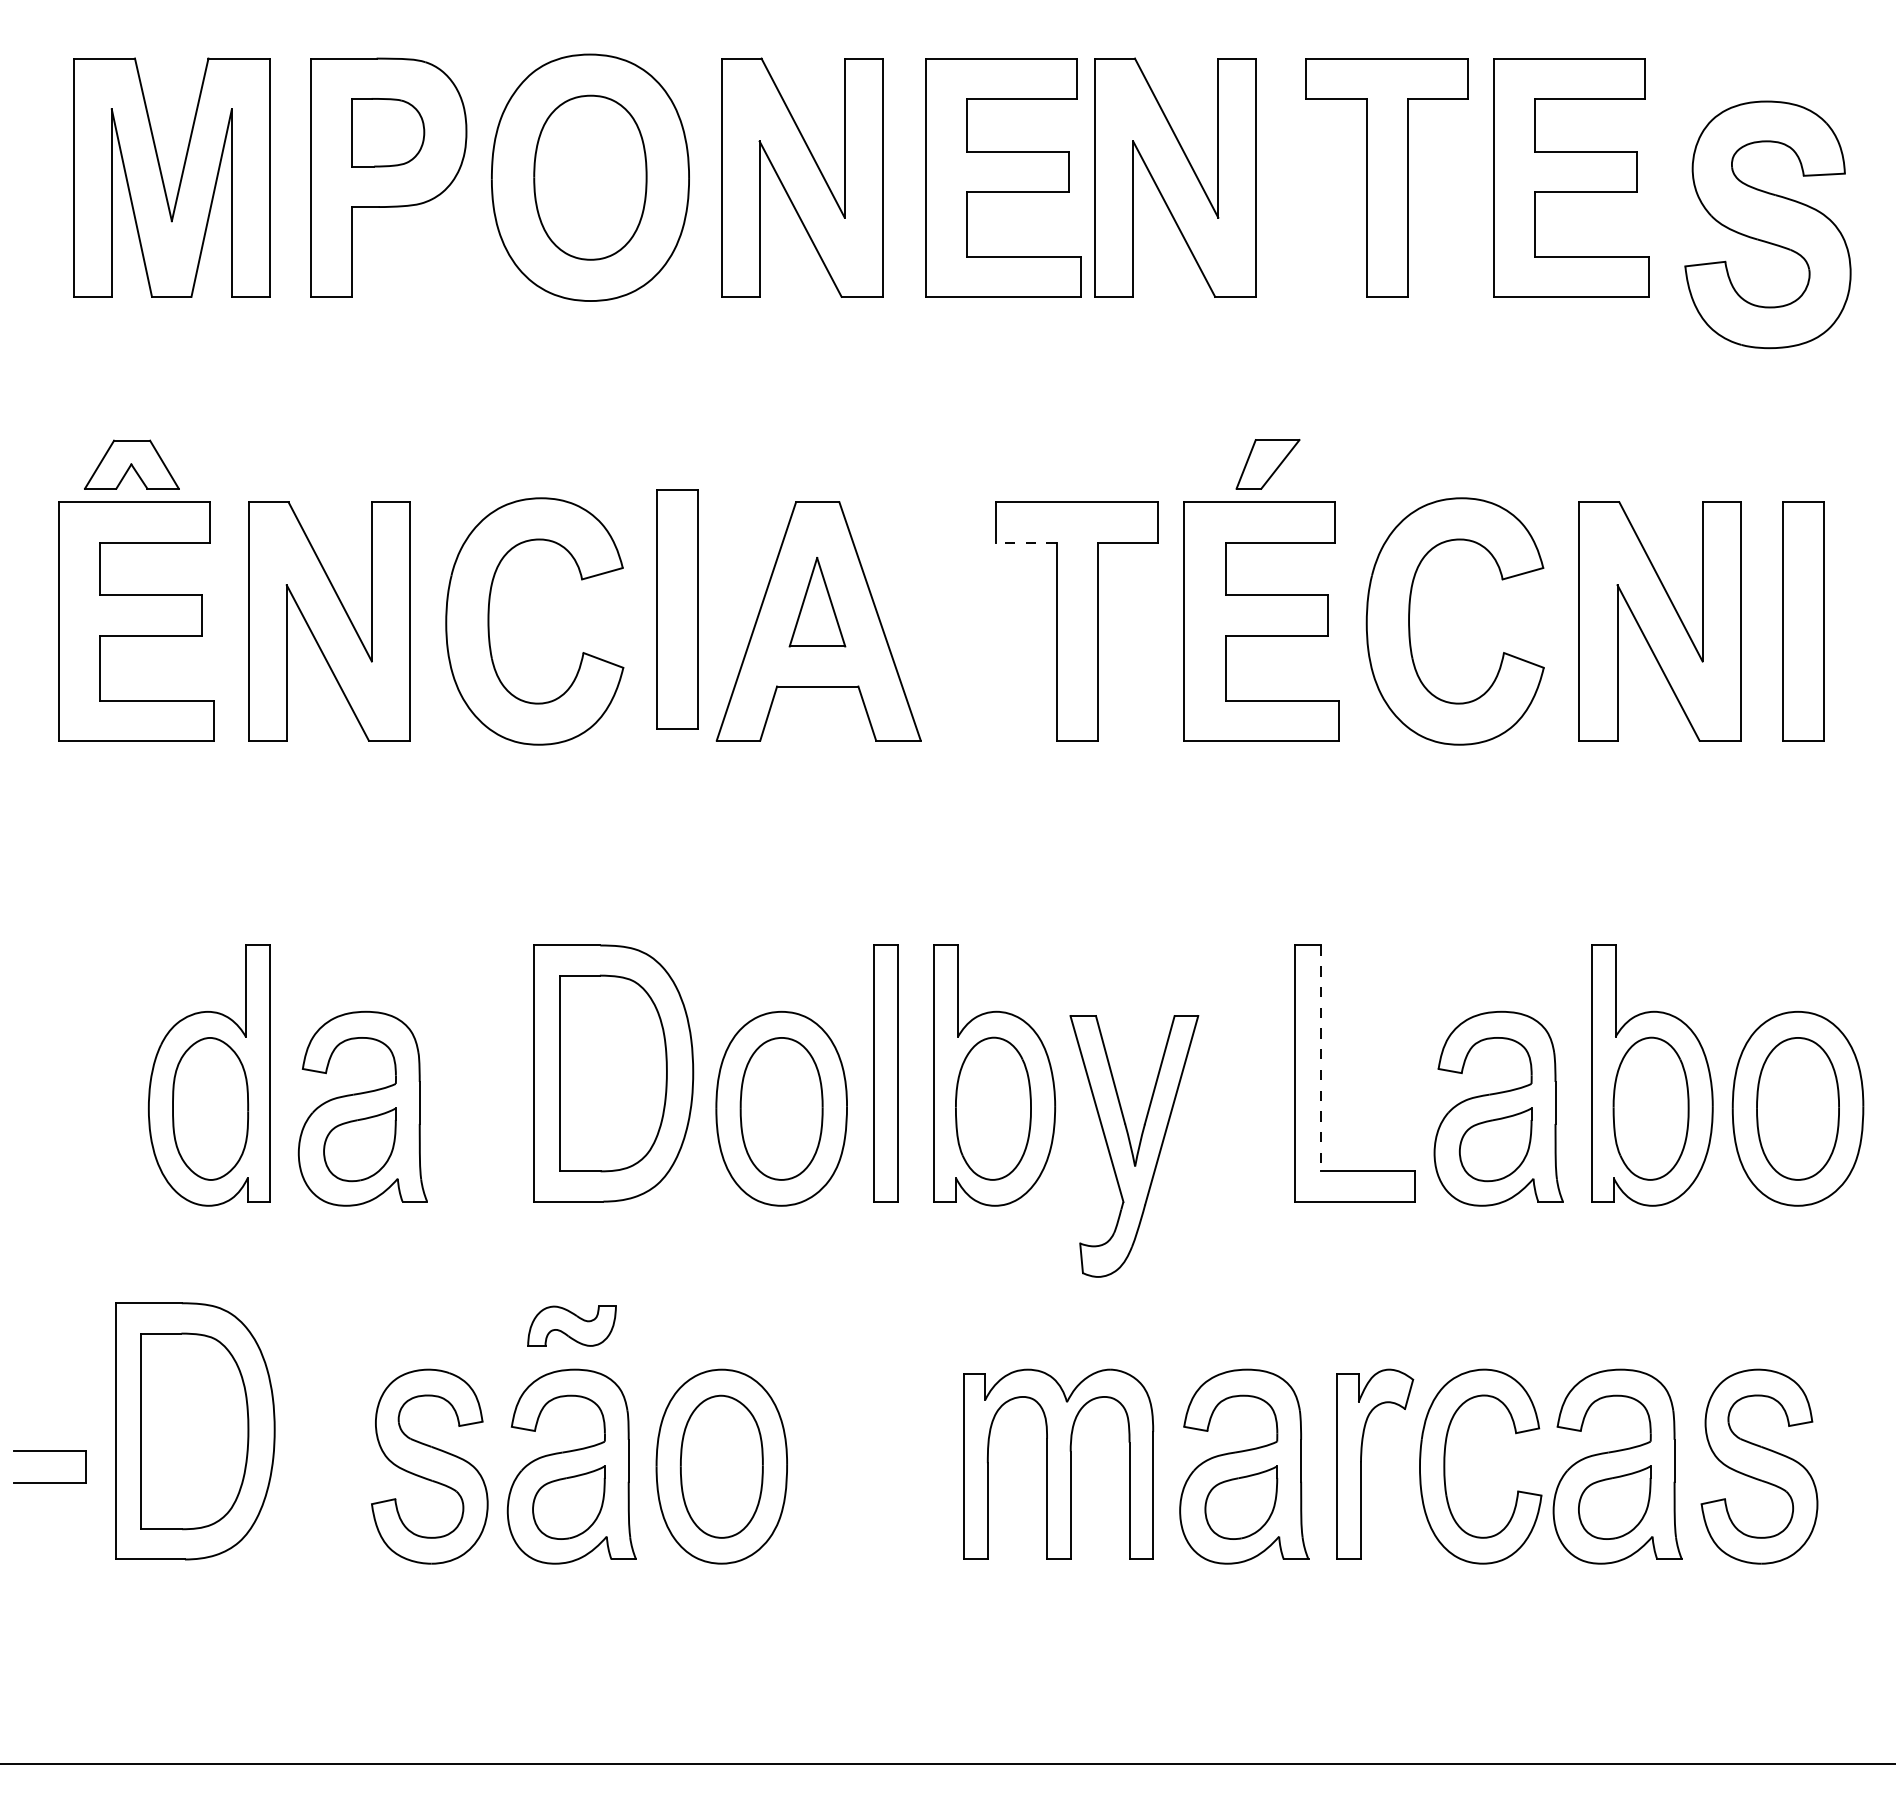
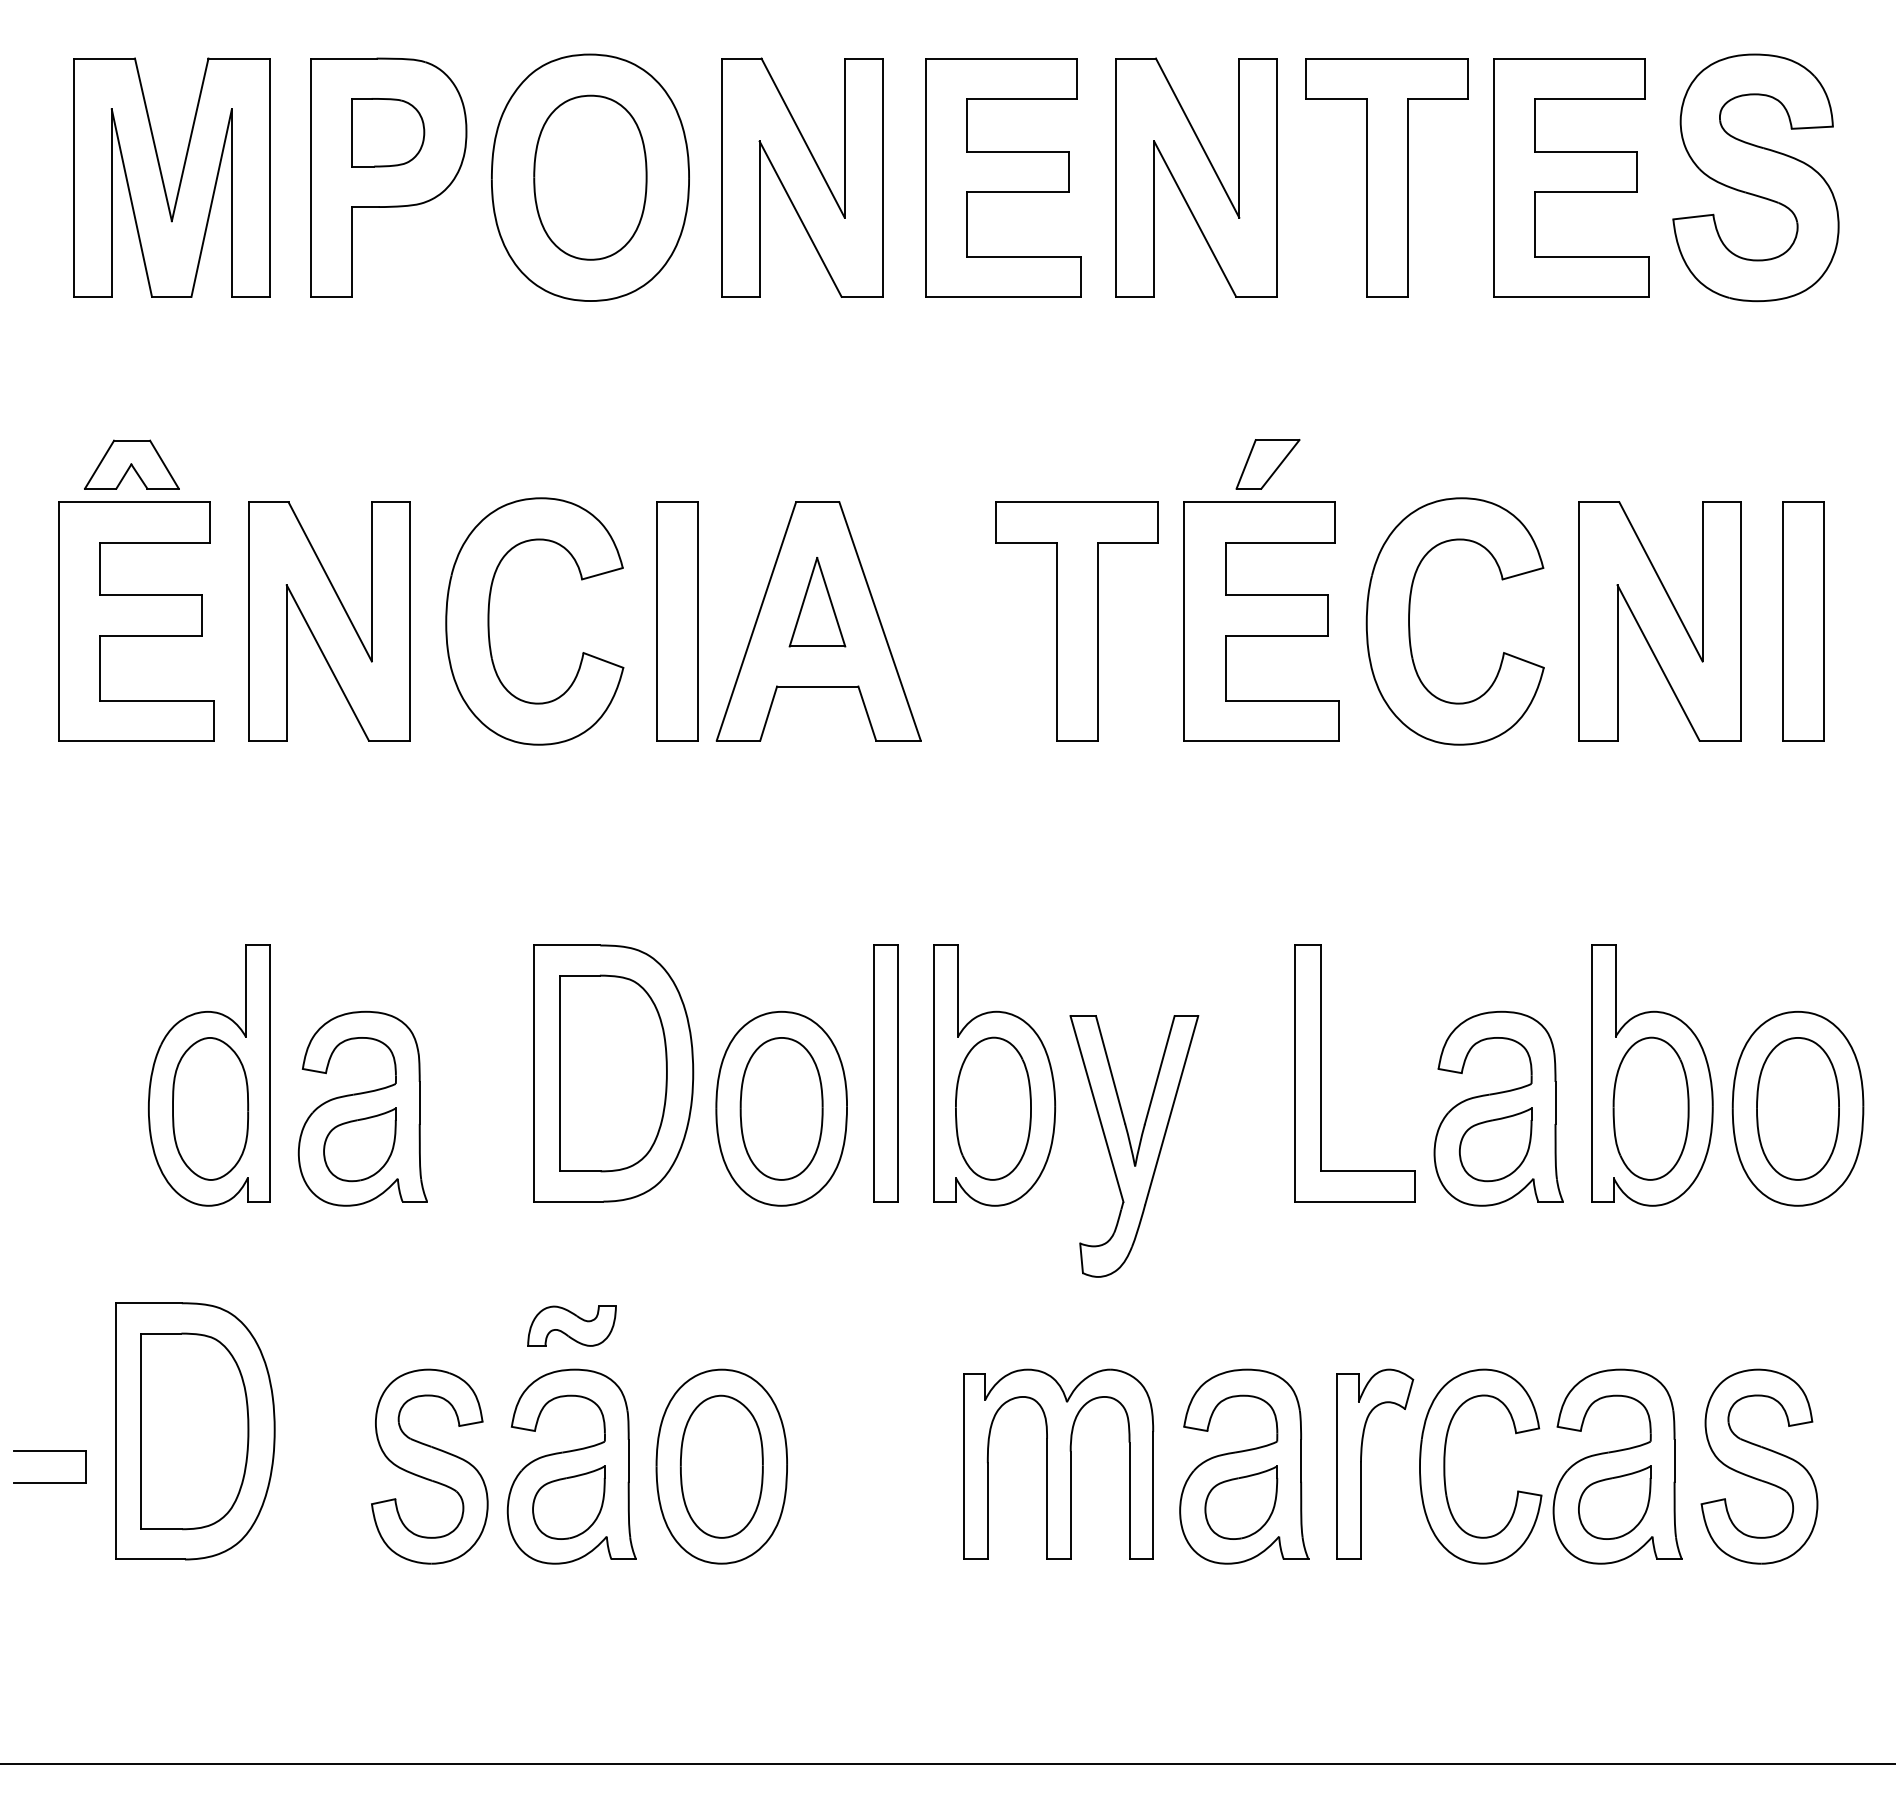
part at (1175, 177) position: (1175, 177) -> (1196, 177)
part at (1767, 224) position: (1767, 224) -> (1755, 177)
line at (1026, 542): dashed -> solid
part at (677, 609) position: (677, 609) -> (677, 621)
line at (1320, 1058): dashed -> solid
